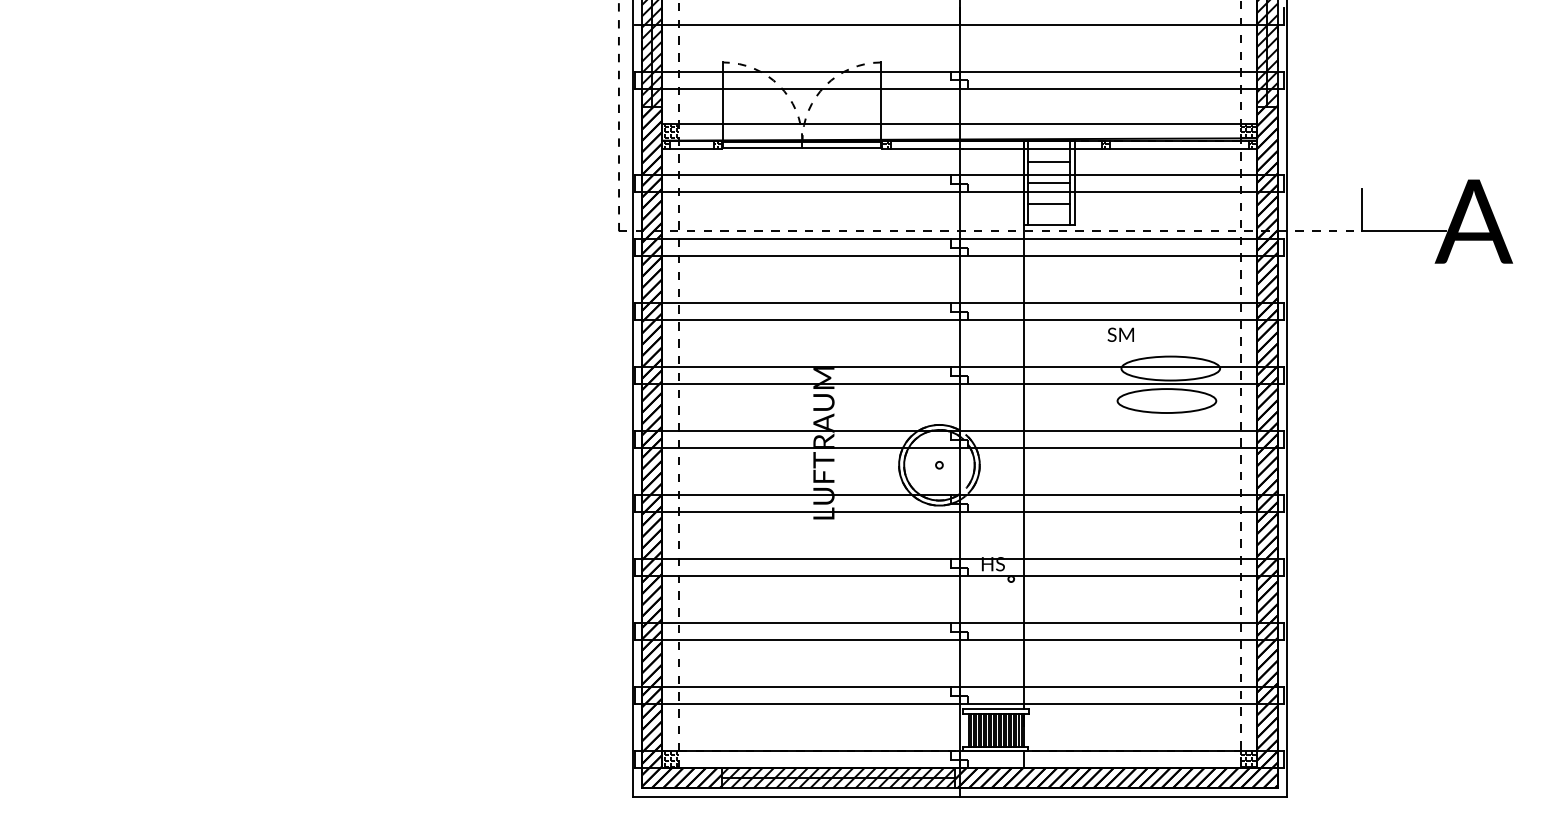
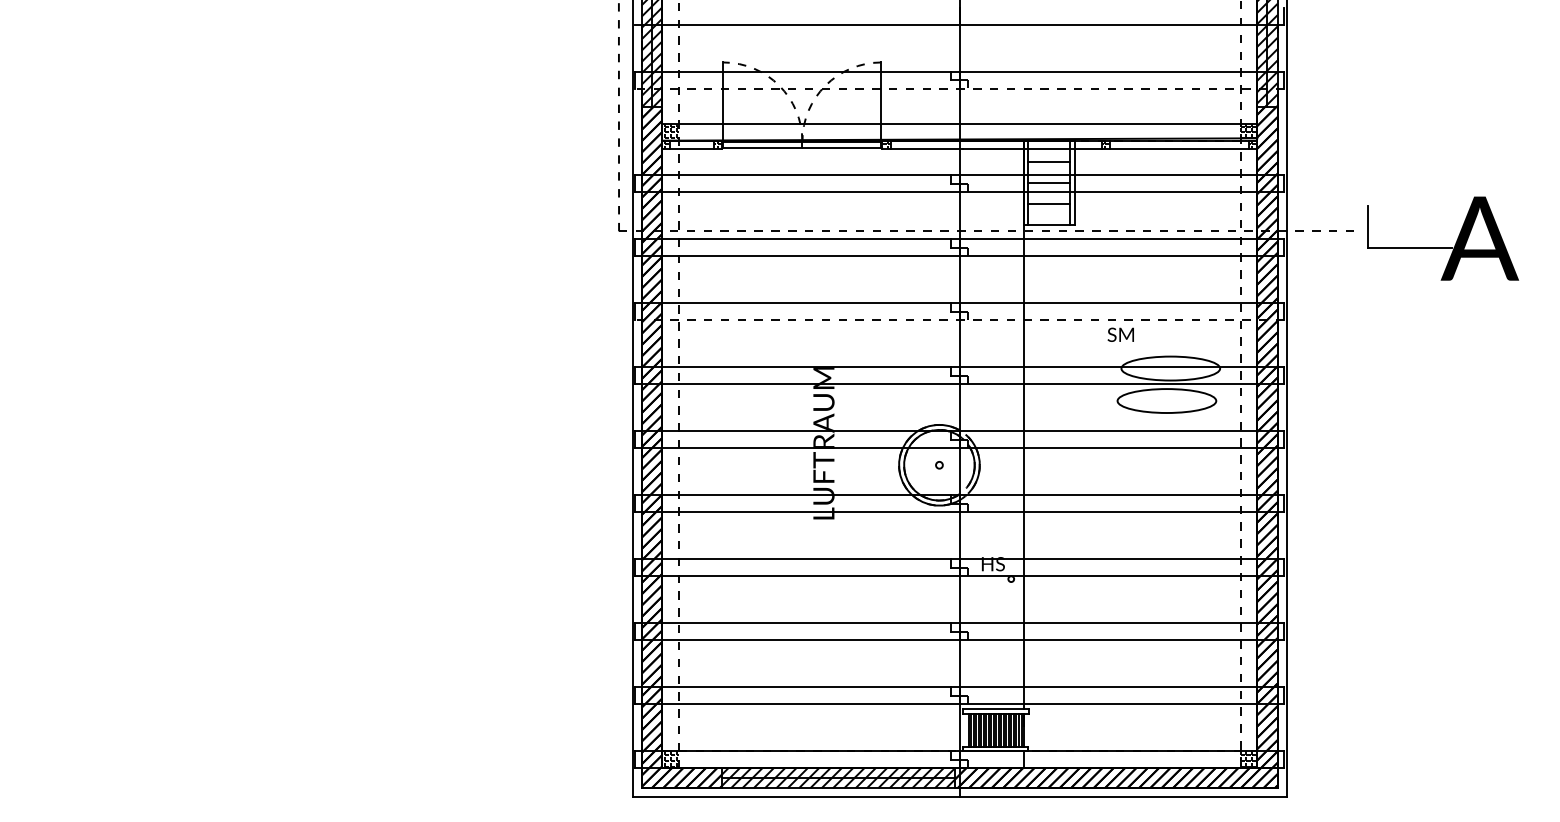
line at (959, 88): solid -> dashed
part at (1436, 230) position: (1436, 230) -> (1442, 247)
line at (959, 320): solid -> dashed
